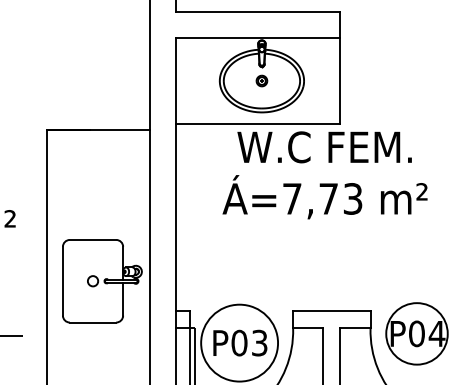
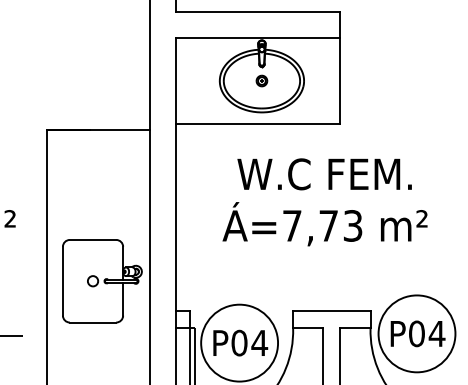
text at (324, 175) position: (324, 175) -> (324, 202)
circle at (416, 333) diameter: 62 px -> 77 px
text at (259, 342): P03 -> P04
